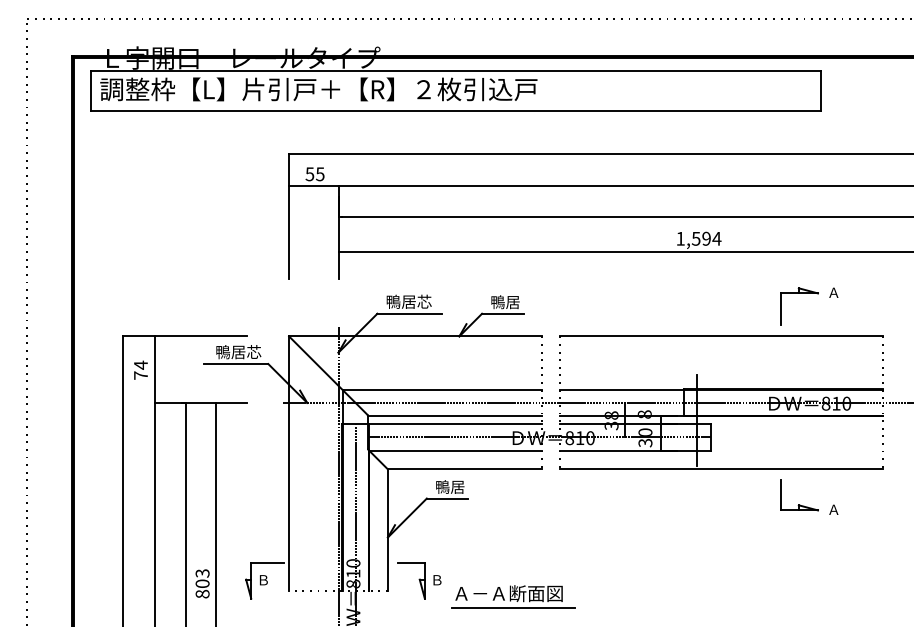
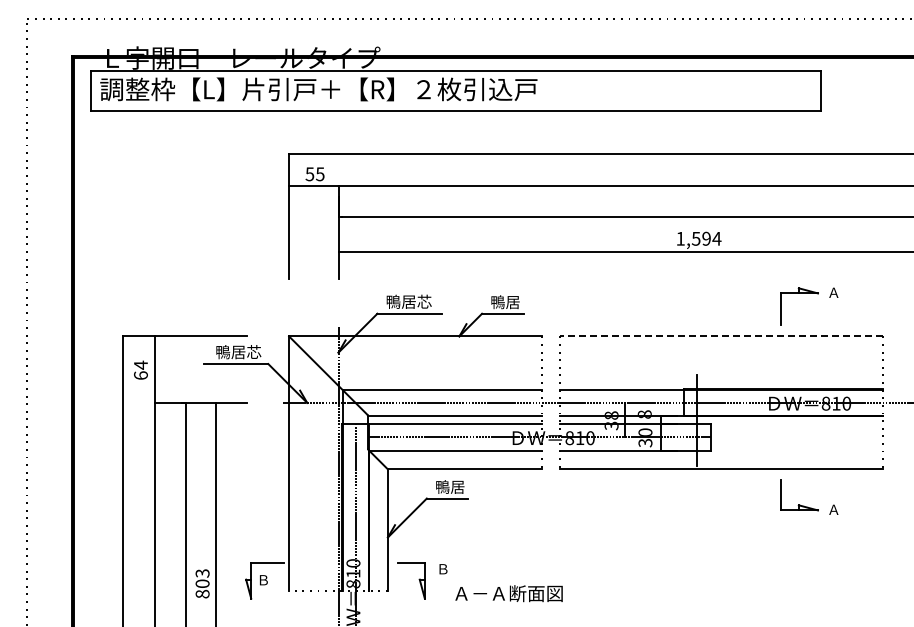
line at (721, 336): solid -> dashed
text at (140, 375): 74 -> 64
text at (437, 580) position: (437, 580) -> (443, 569)
line at (513, 607): present -> none
